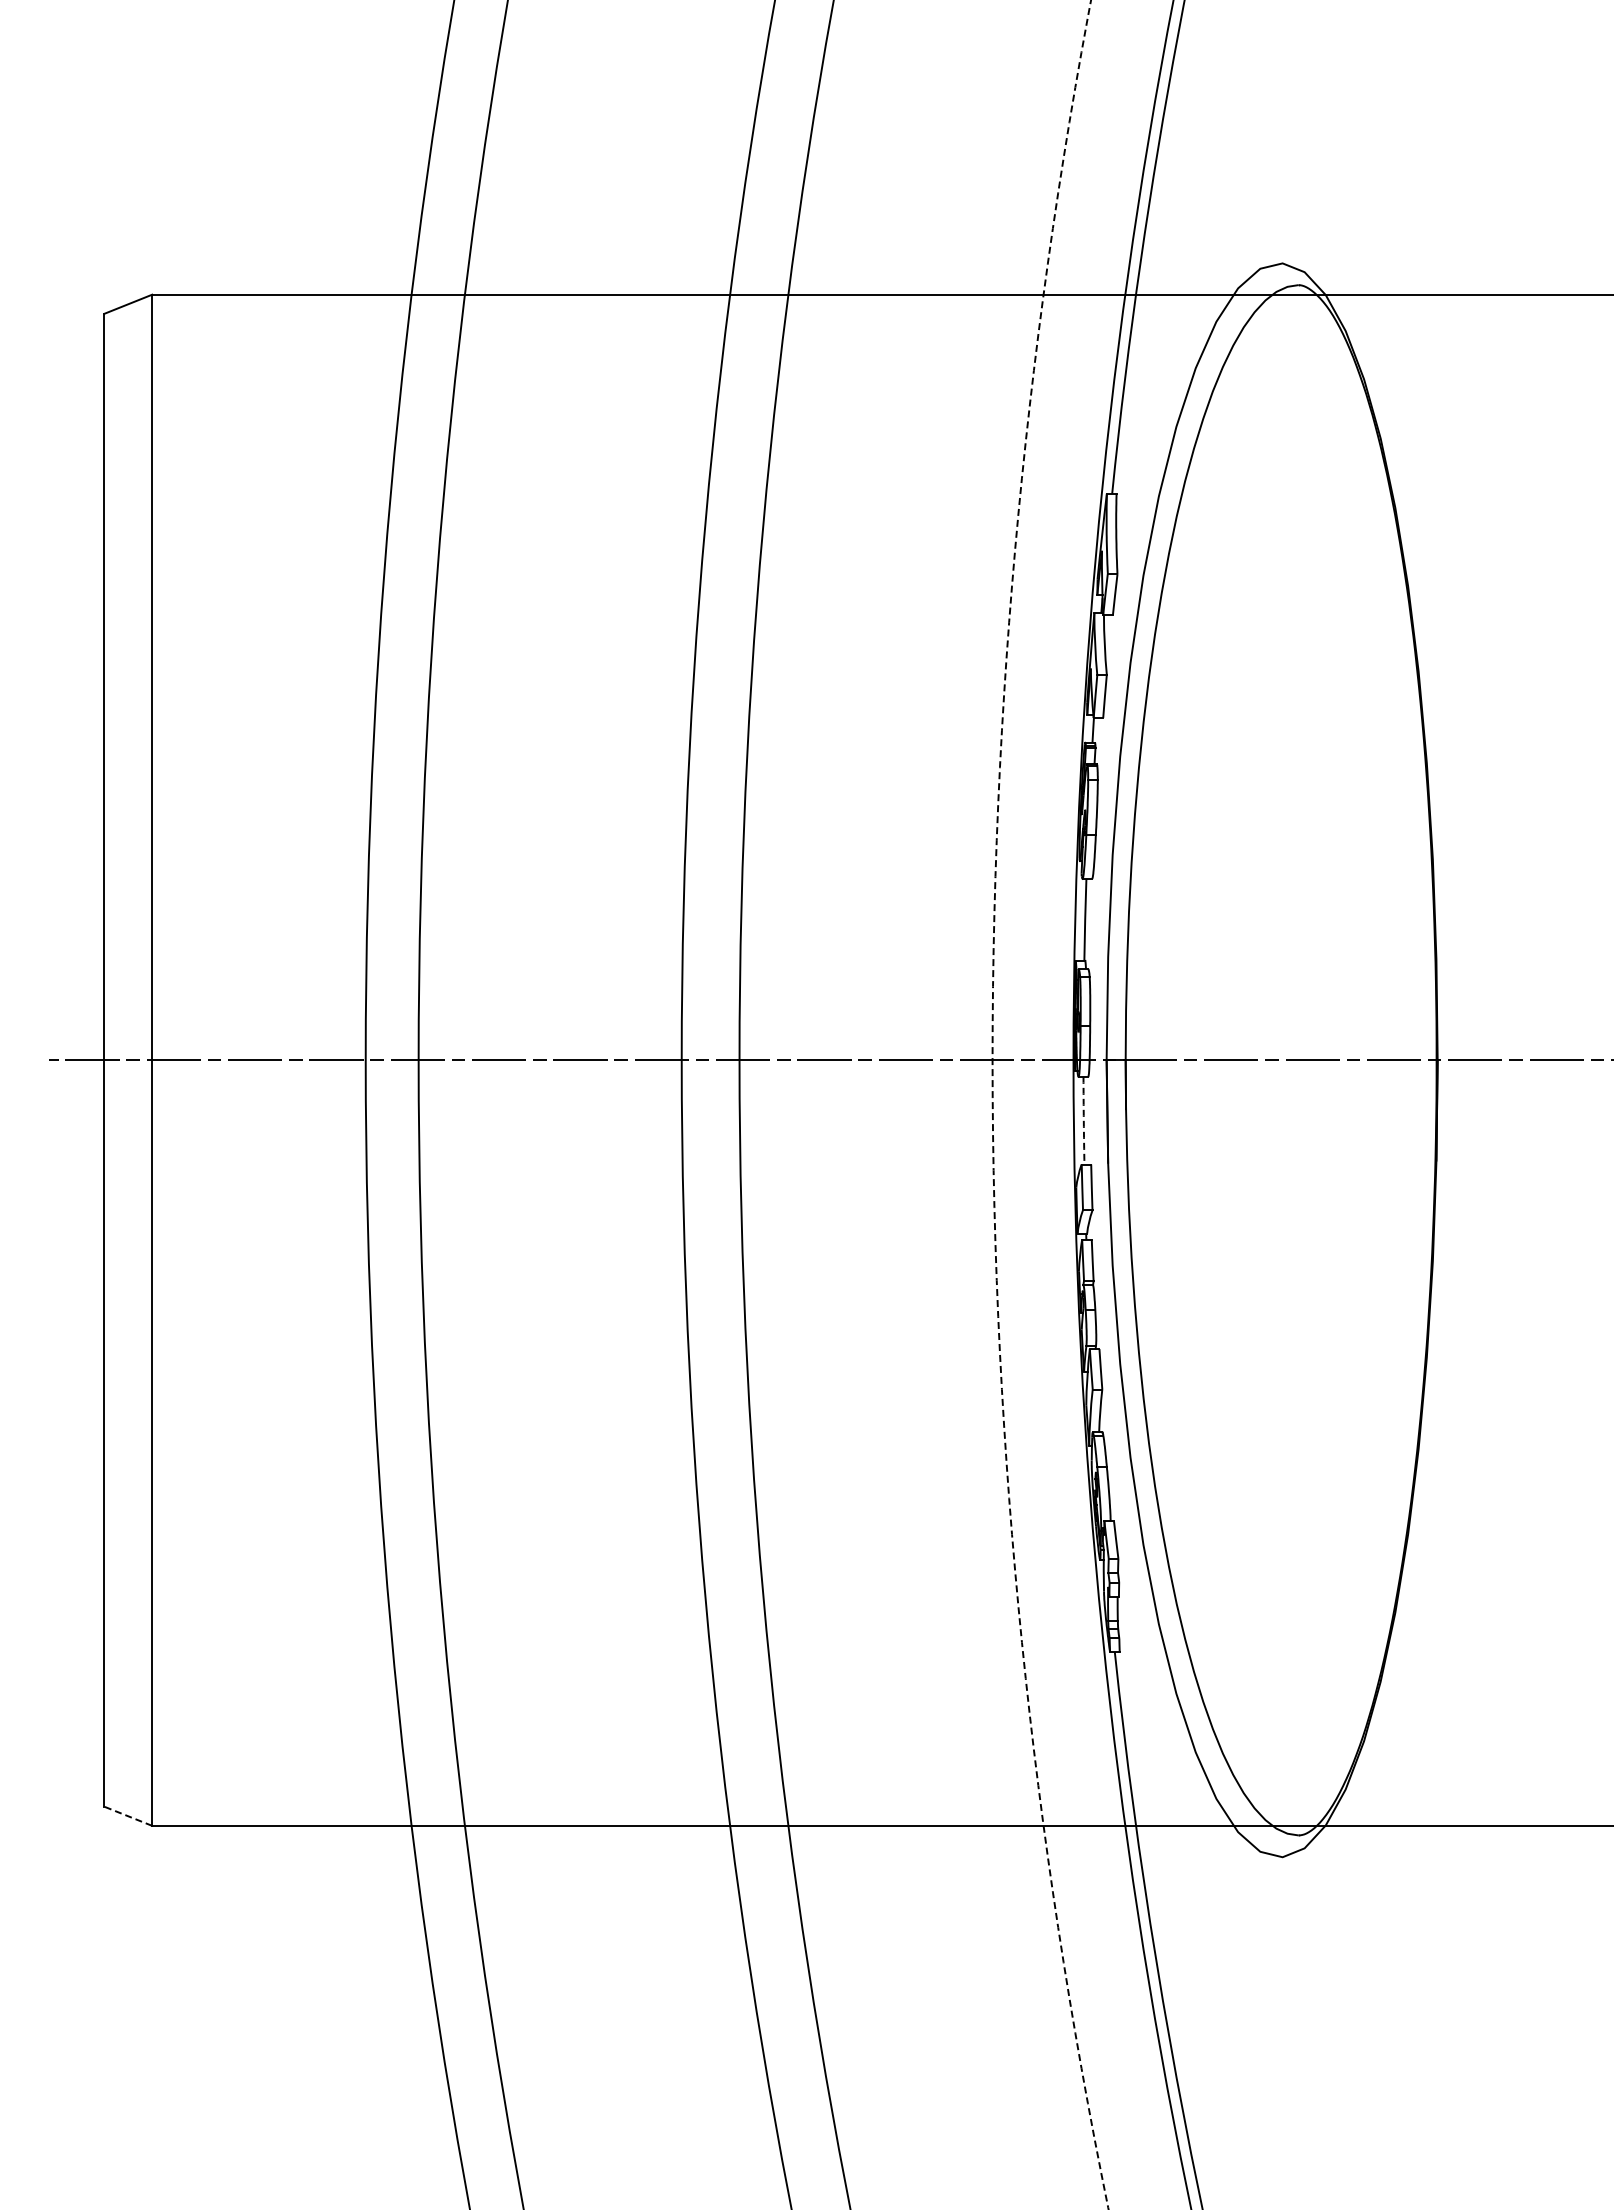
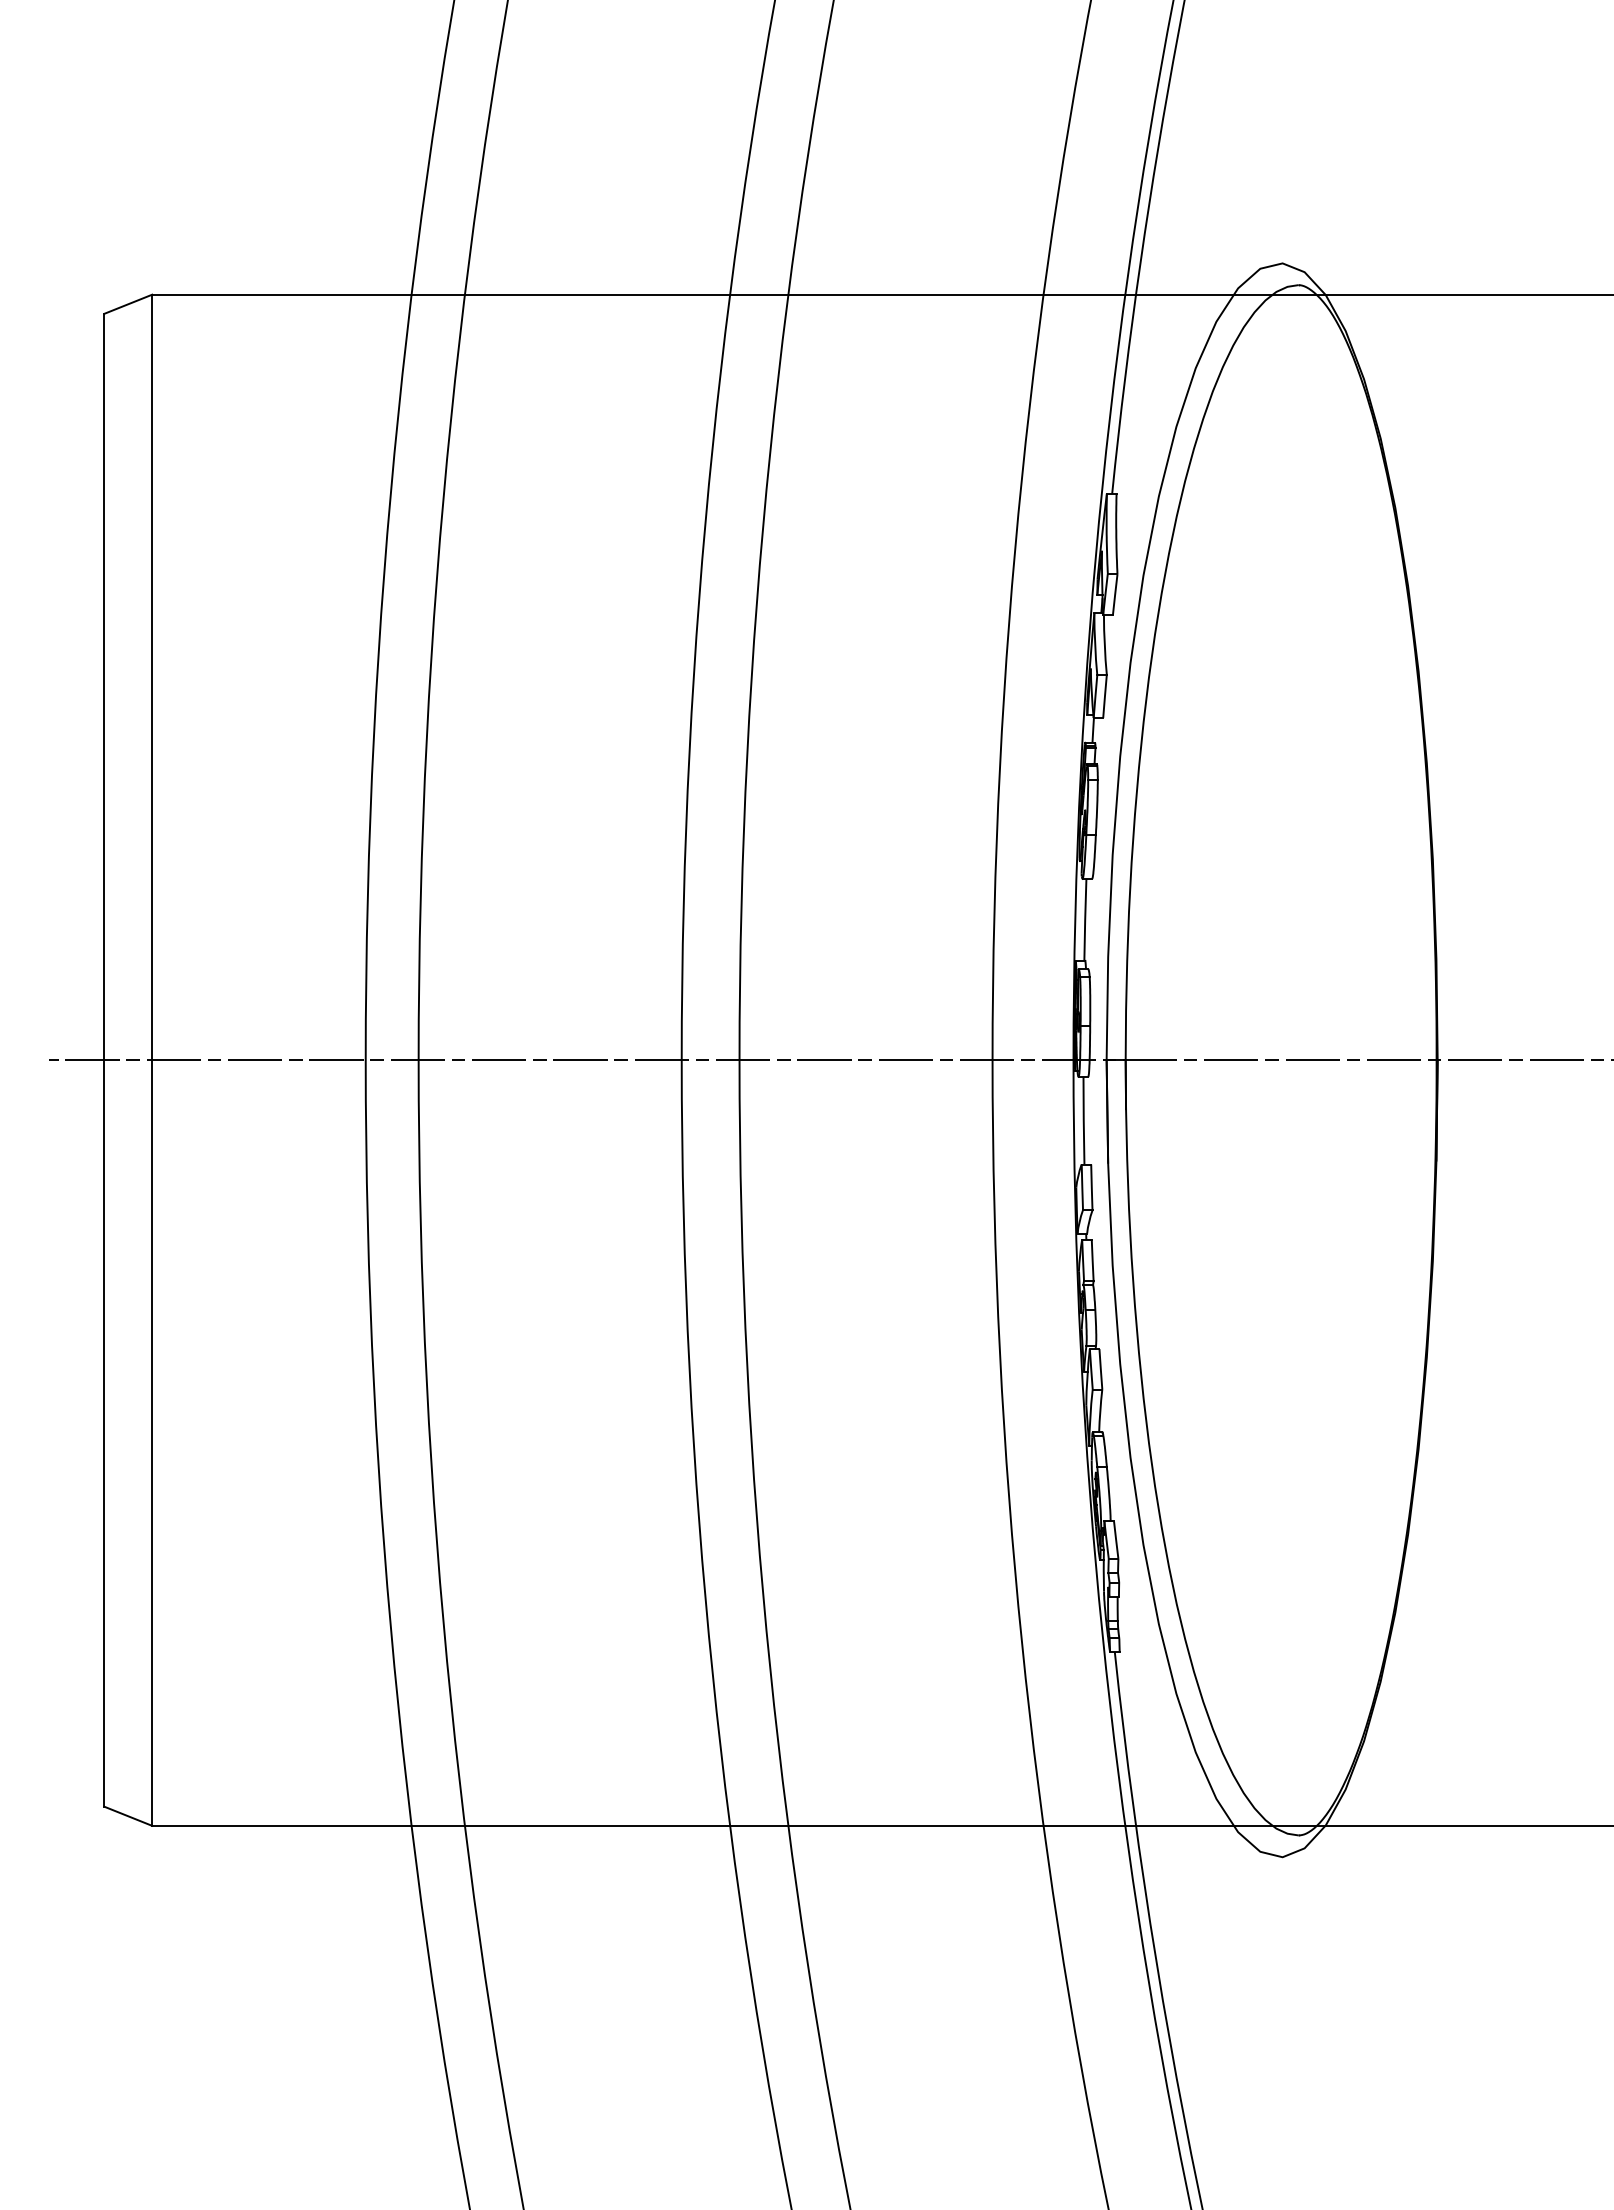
circle at (1050, 1104): dashed -> solid
arc at (1083, 1120): dashed -> solid
line at (128, 1816): dashed -> solid
